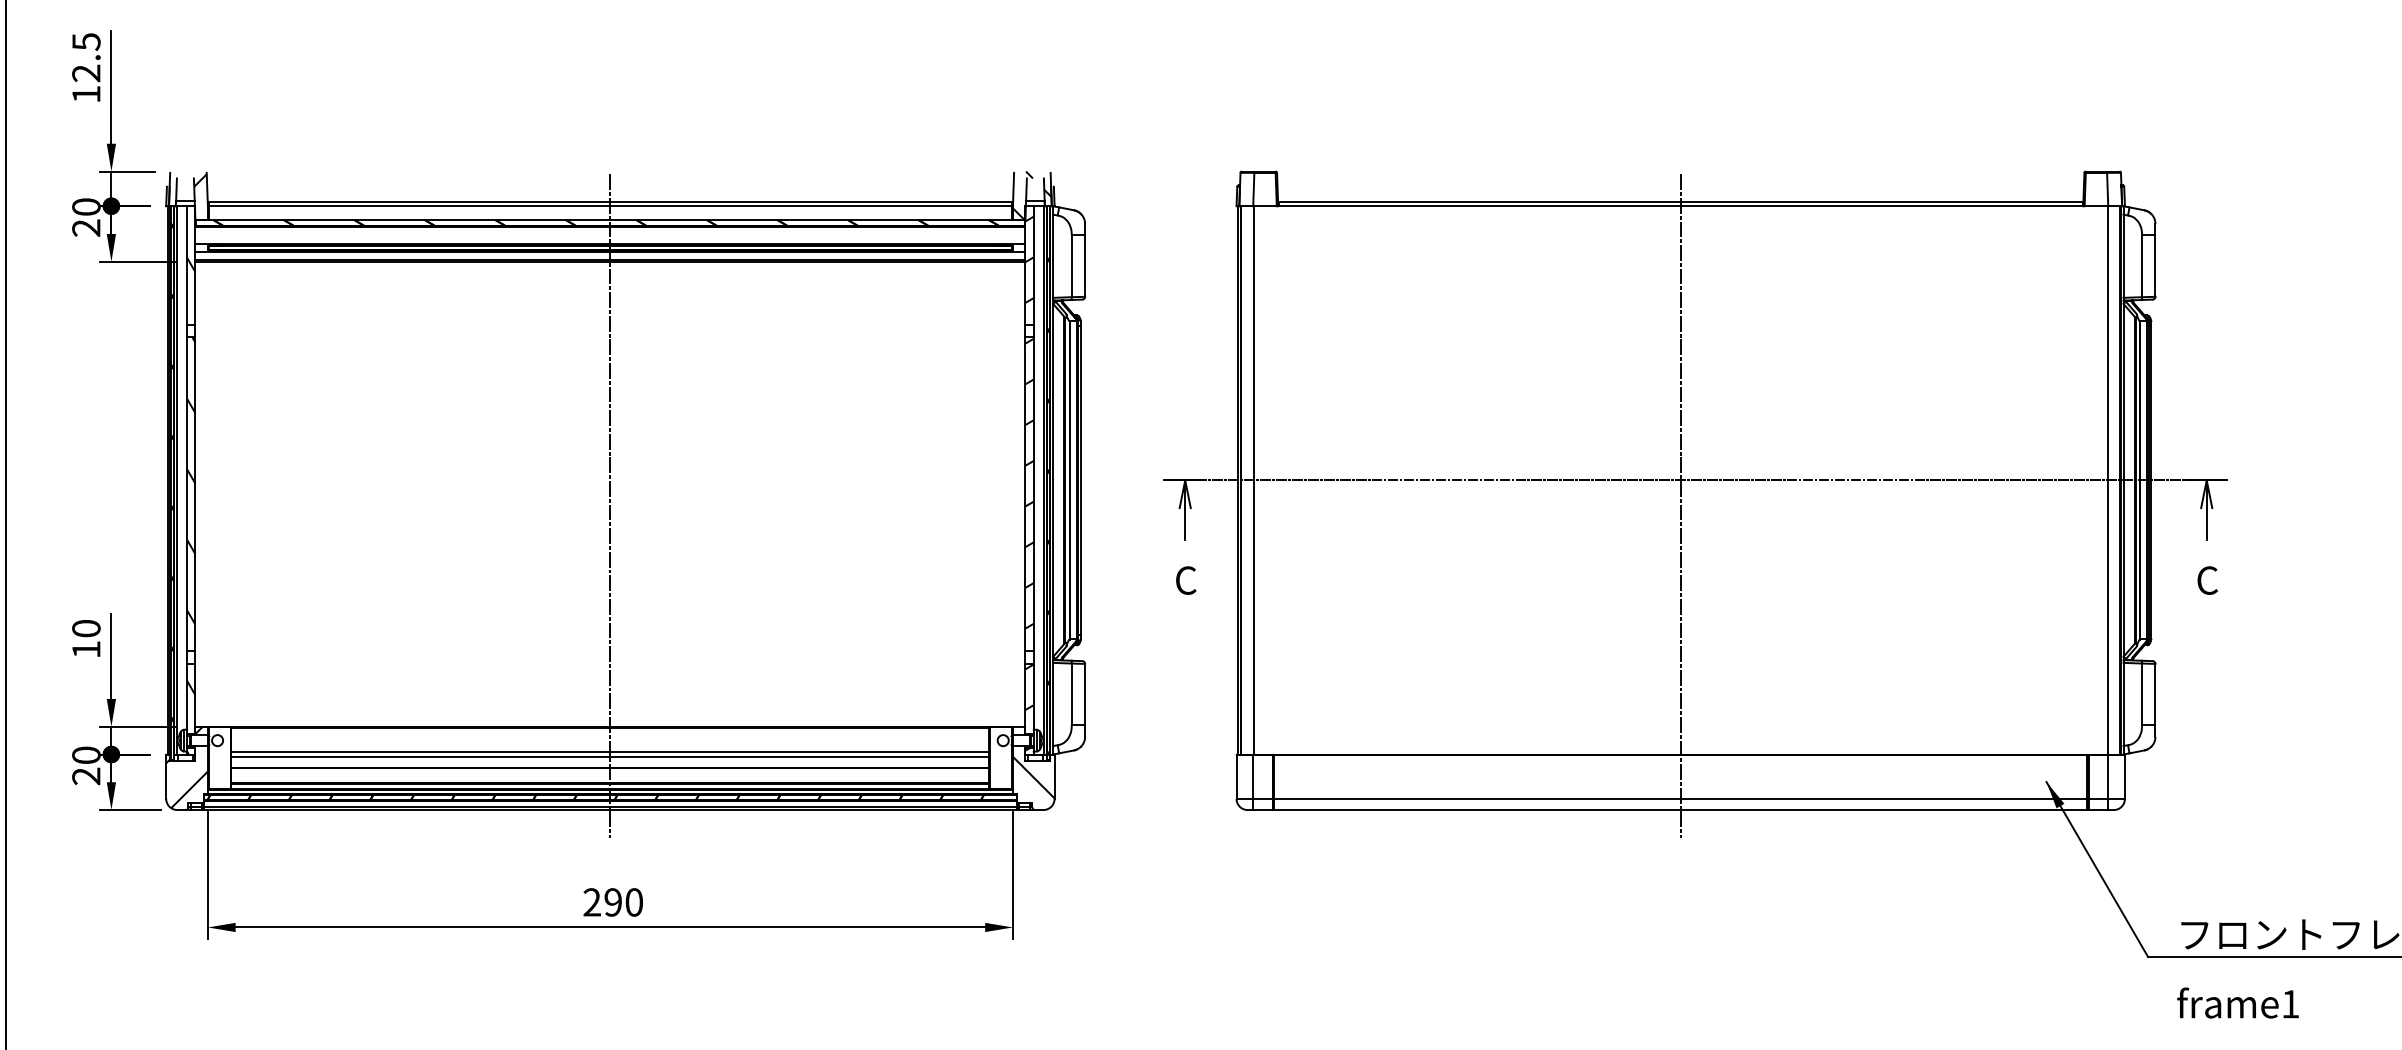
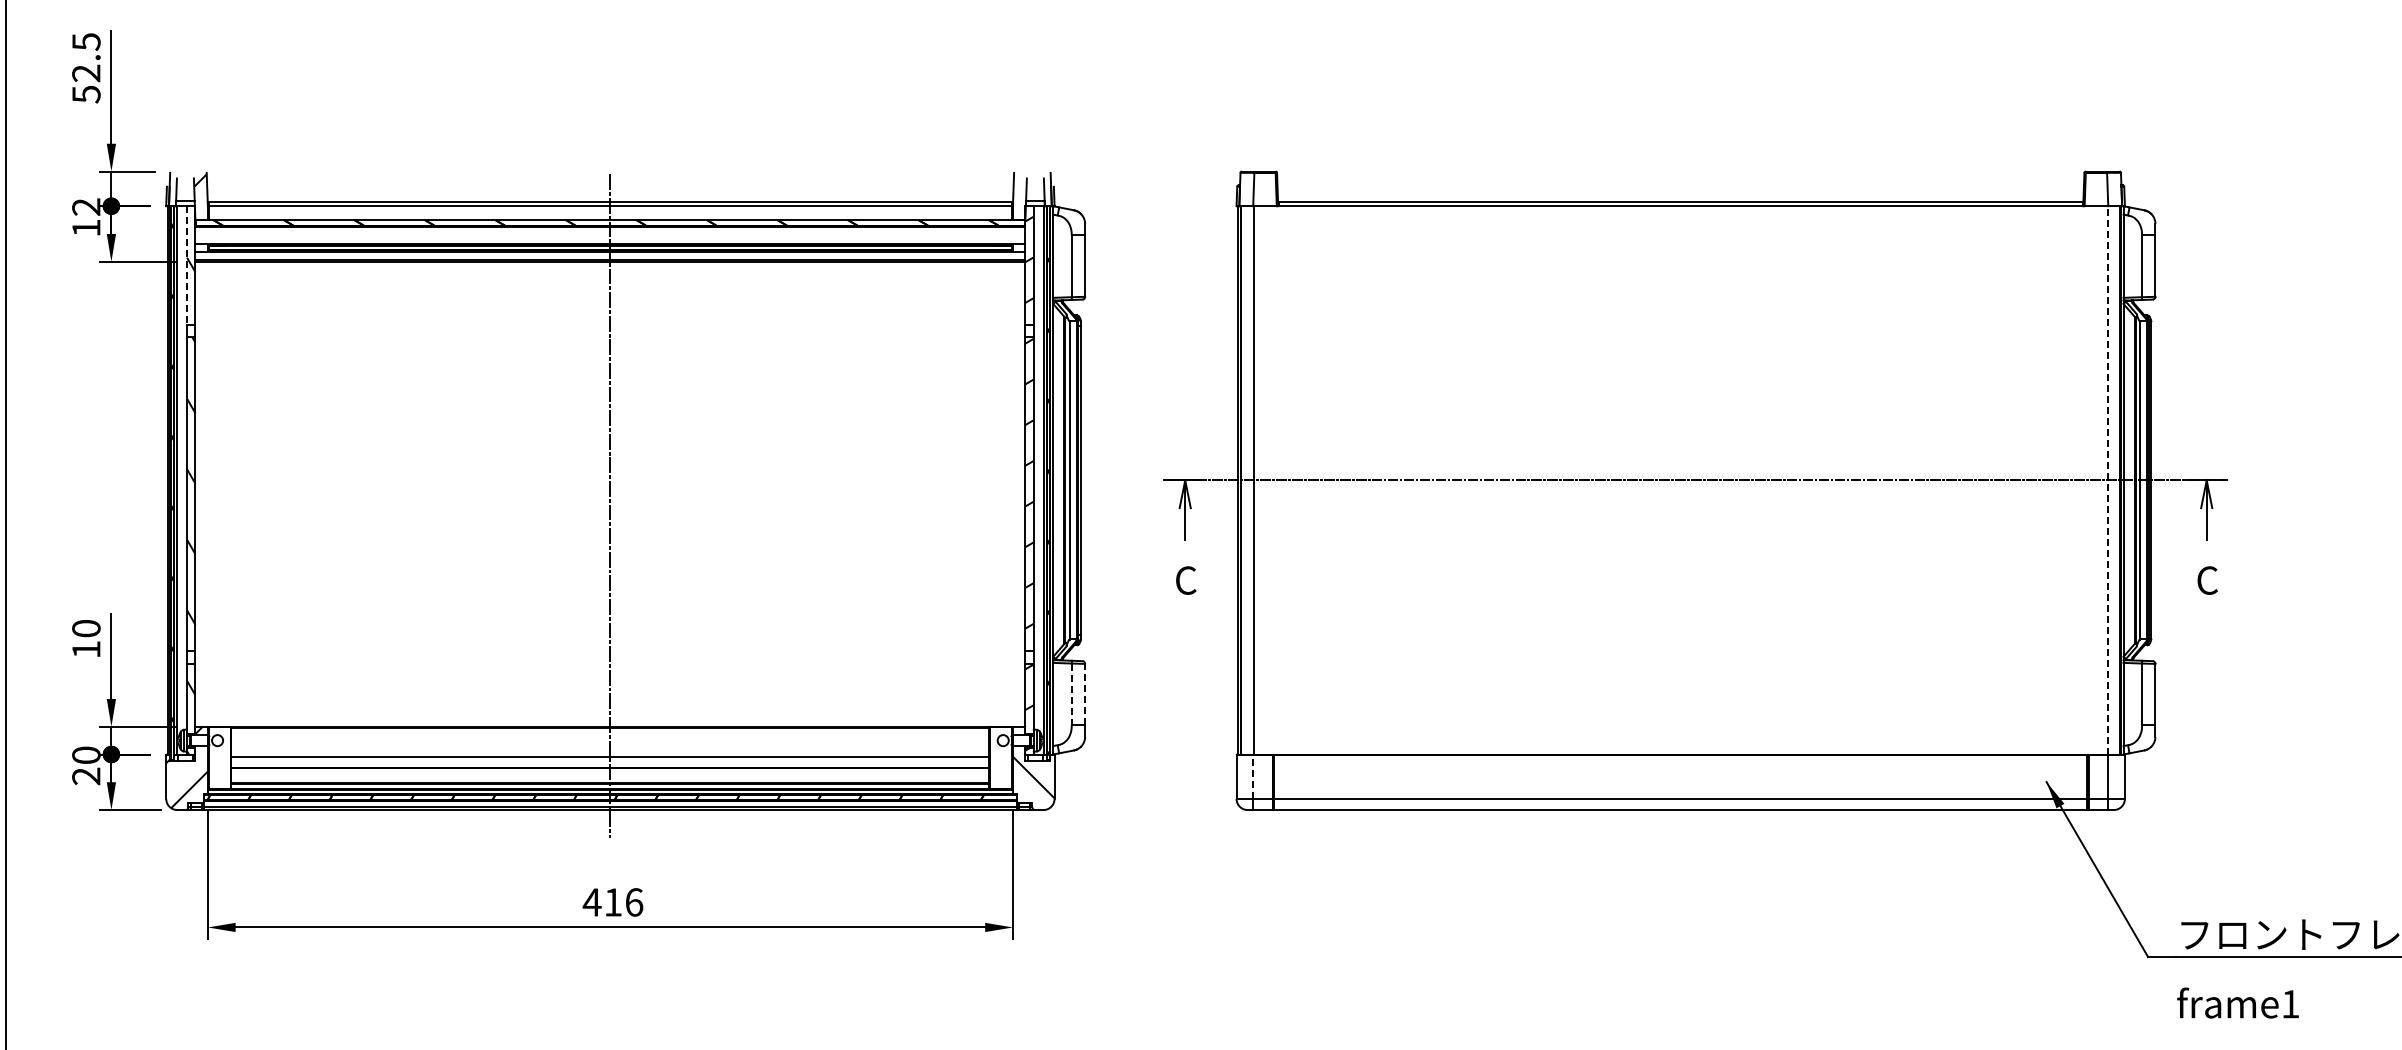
text at (86, 94): 12.5 -> 52.5
hatch at (1031, 195): present -> none
text at (86, 217): 20 -> 12
line at (187, 266): solid -> dashed
line at (2107, 479): solid -> dashed
line at (1680, 505): present -> none
line at (1071, 694): solid -> dashed
line at (1085, 694): solid -> dashed
line at (610, 751): present -> none
line at (1253, 777): solid -> dashed
text at (612, 902): 290 -> 416
